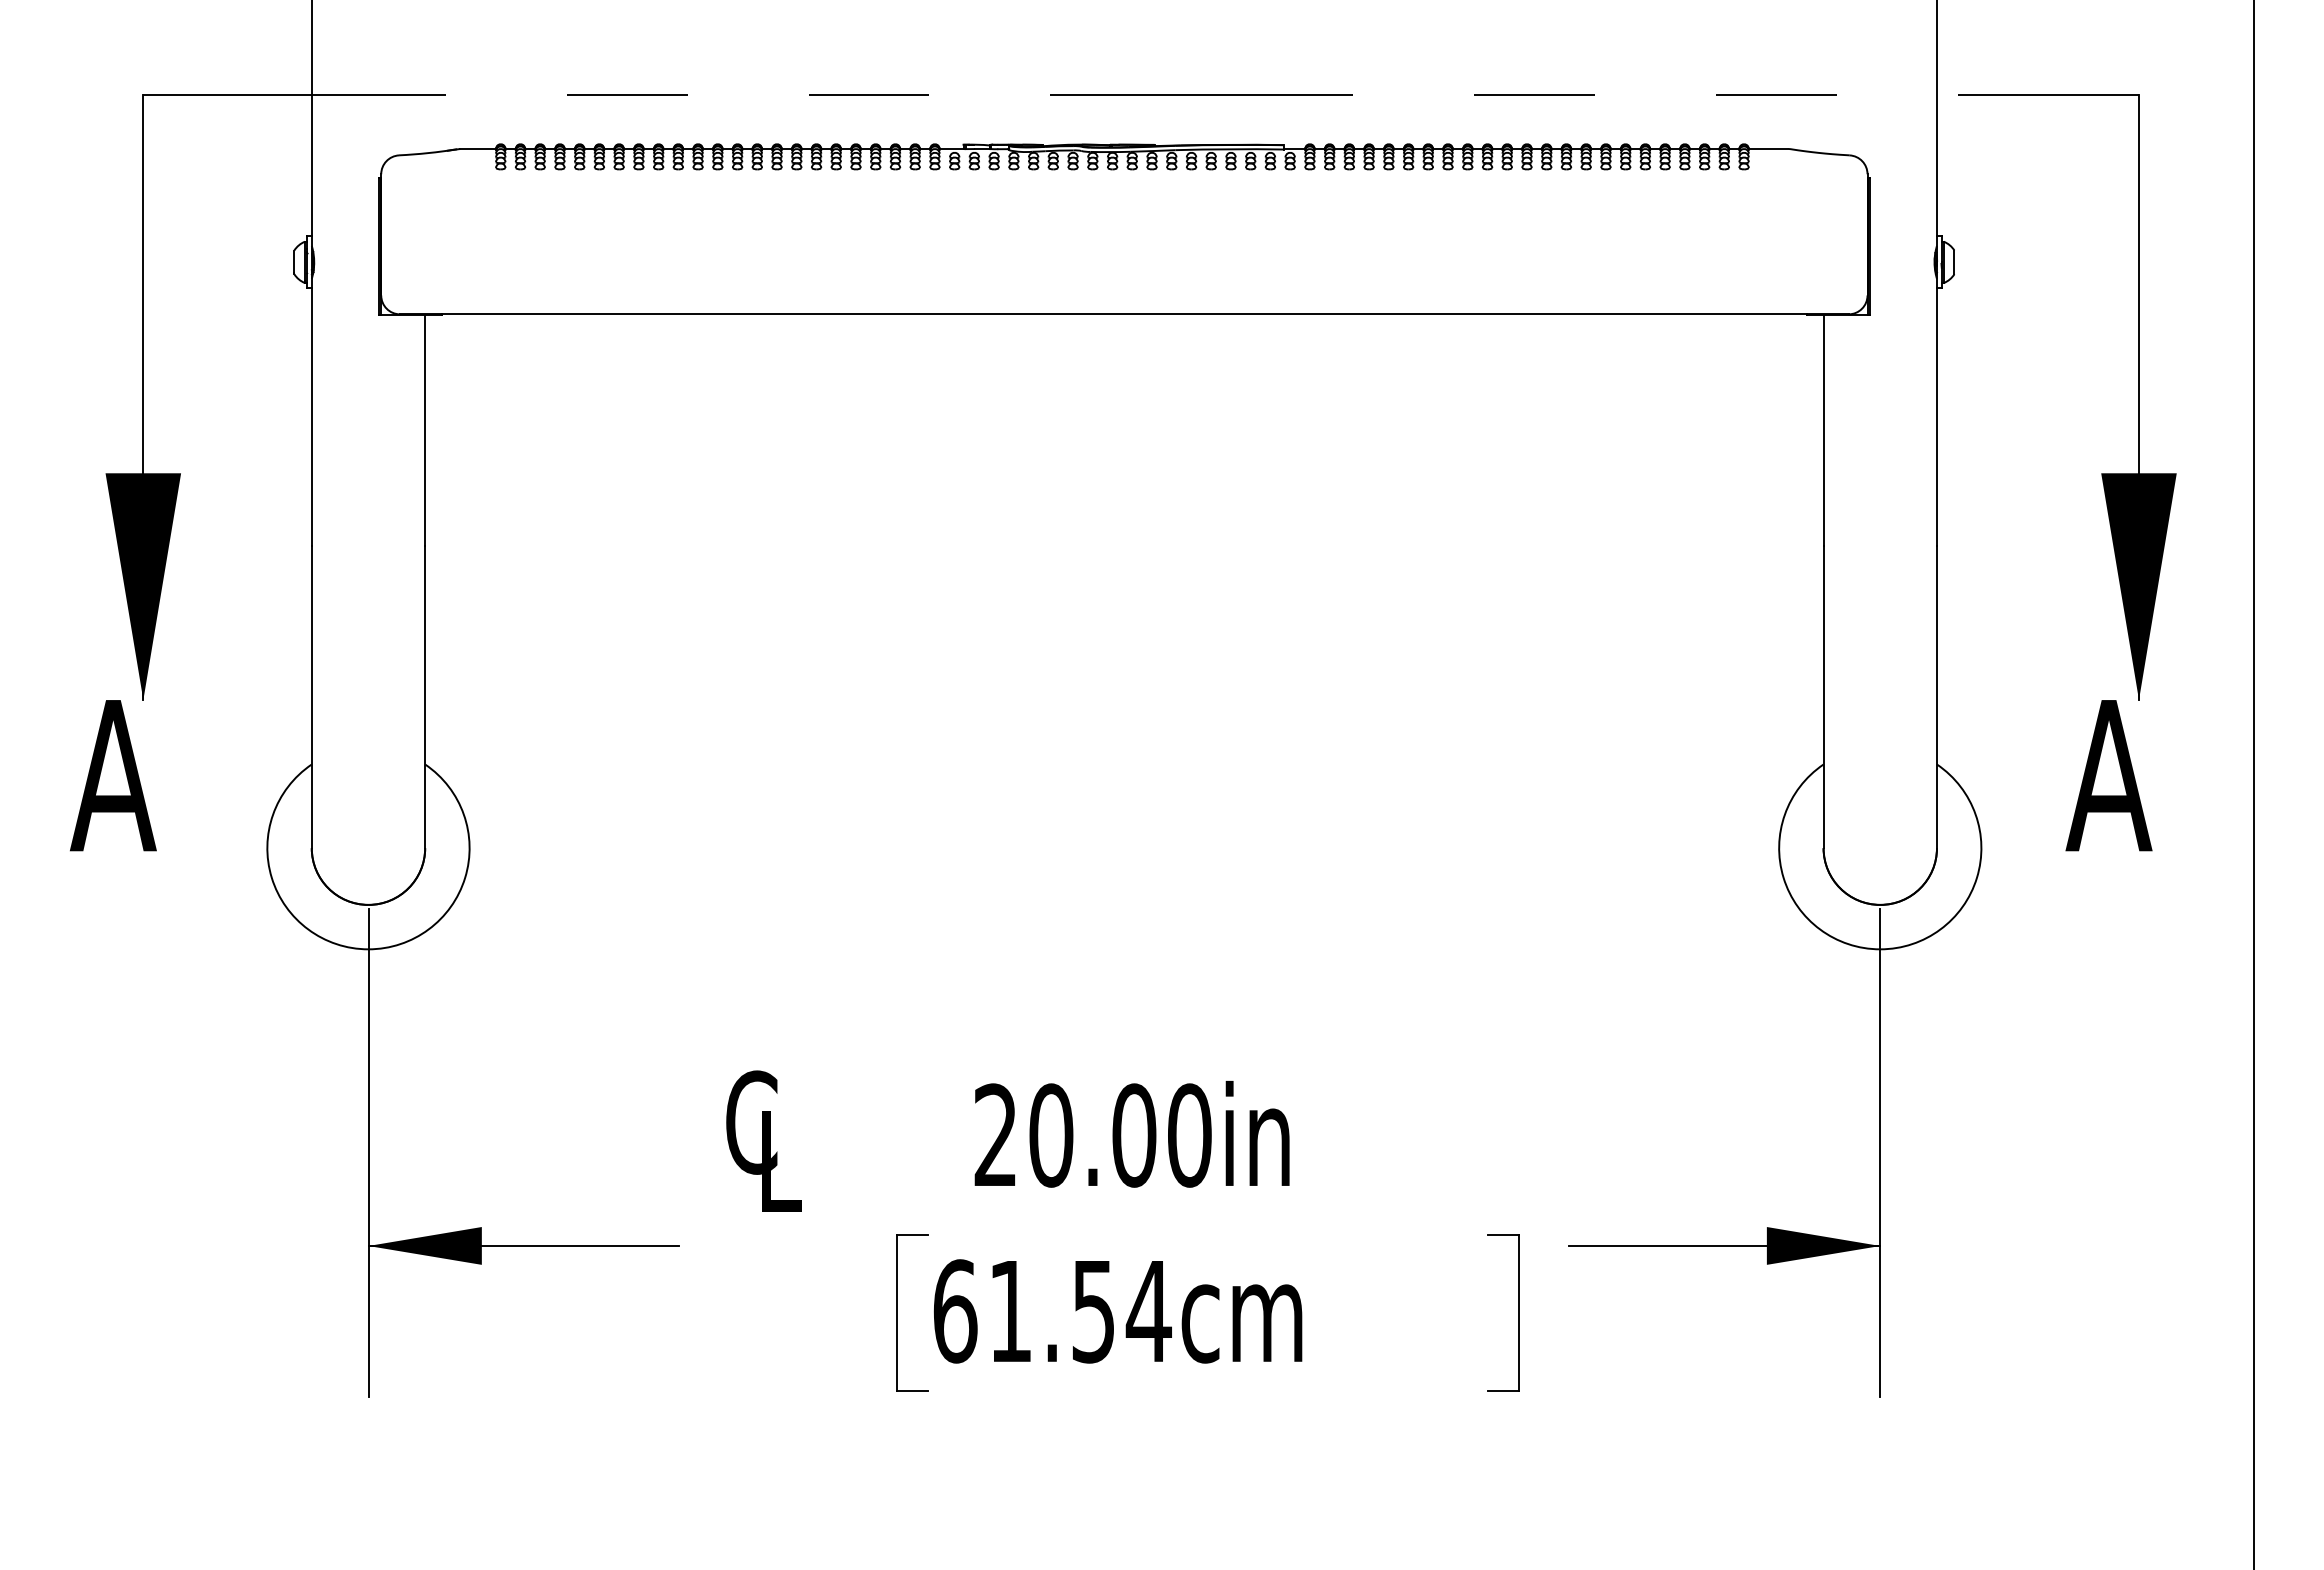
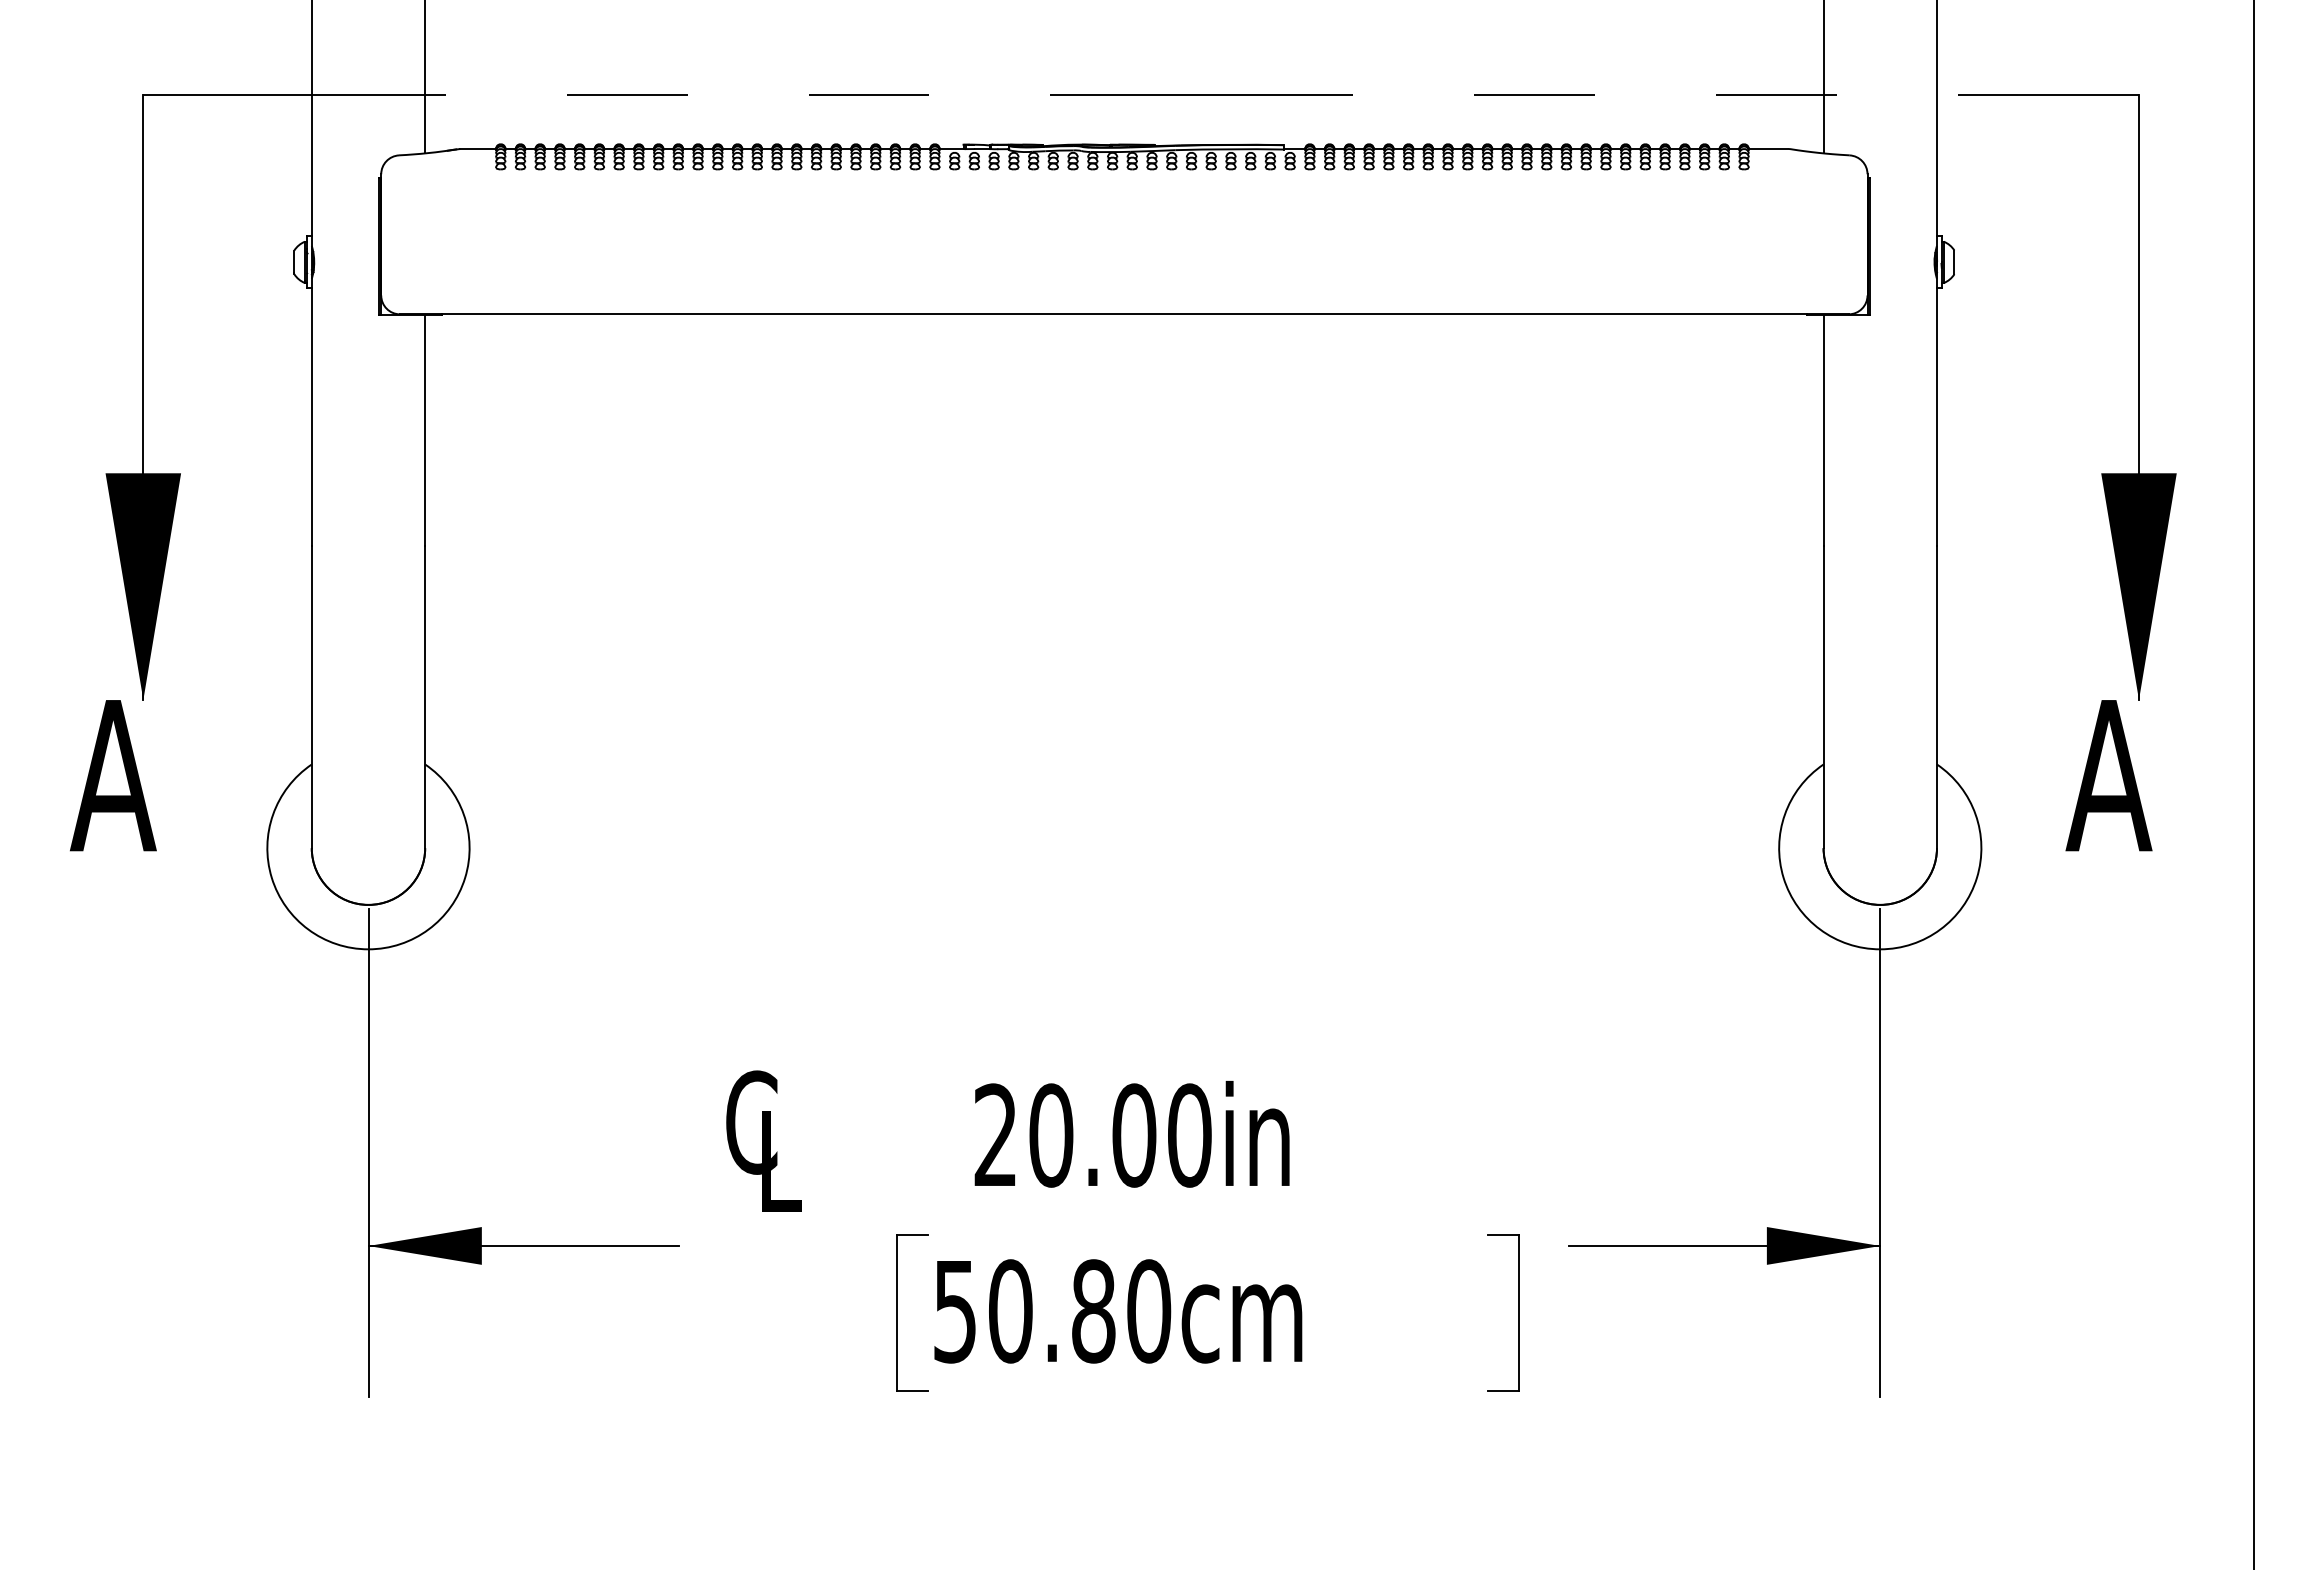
line at (425, 77): none -> present
line at (1823, 77): none -> present
text at (1052, 1311): 61.54cm -> 50.80cm
